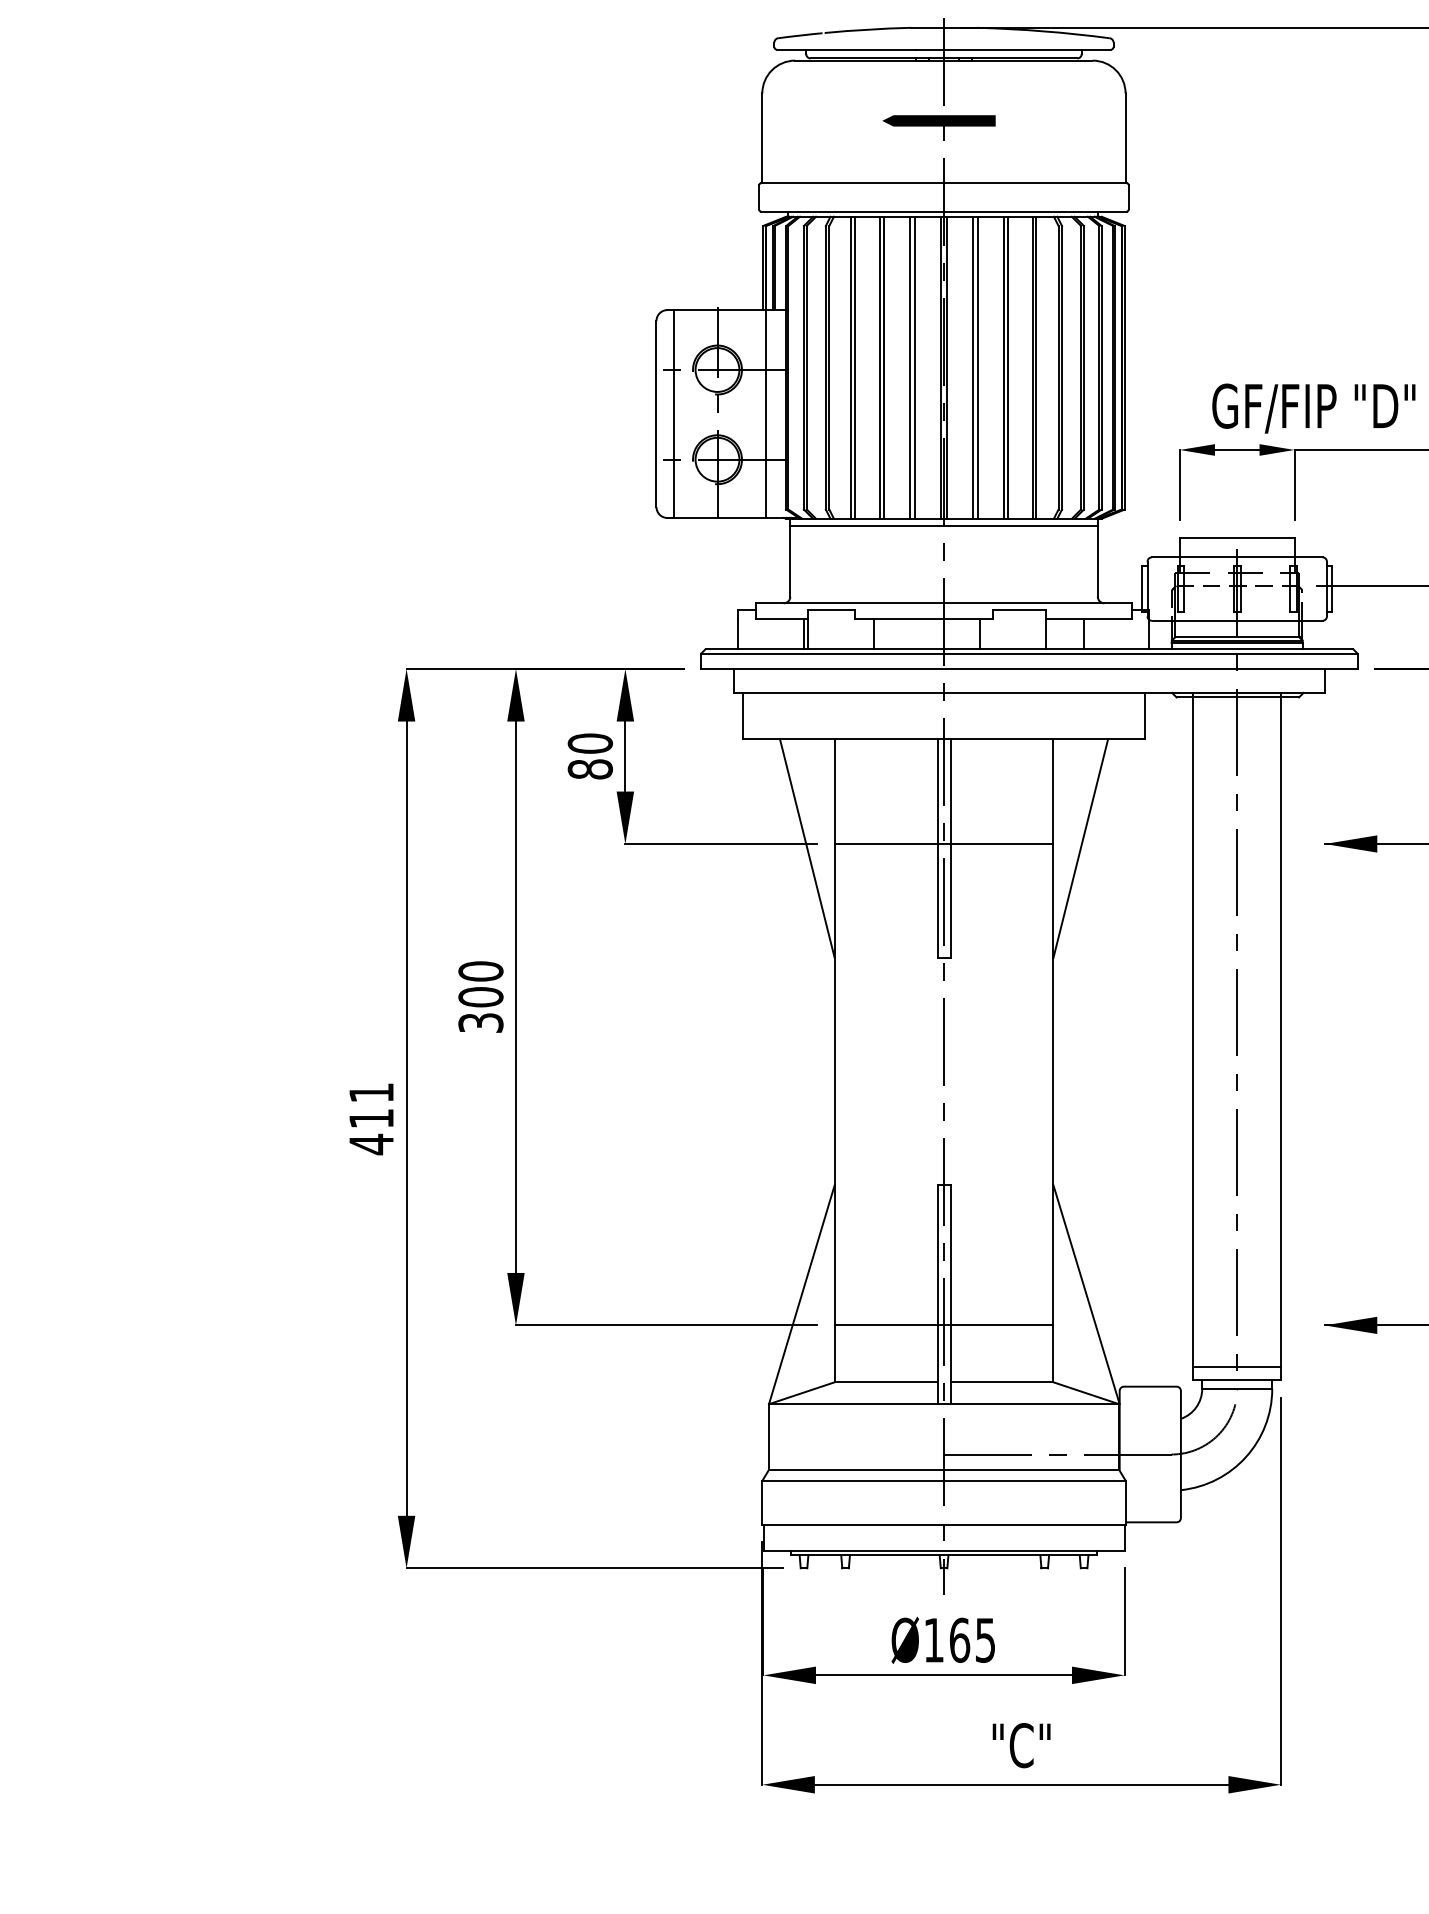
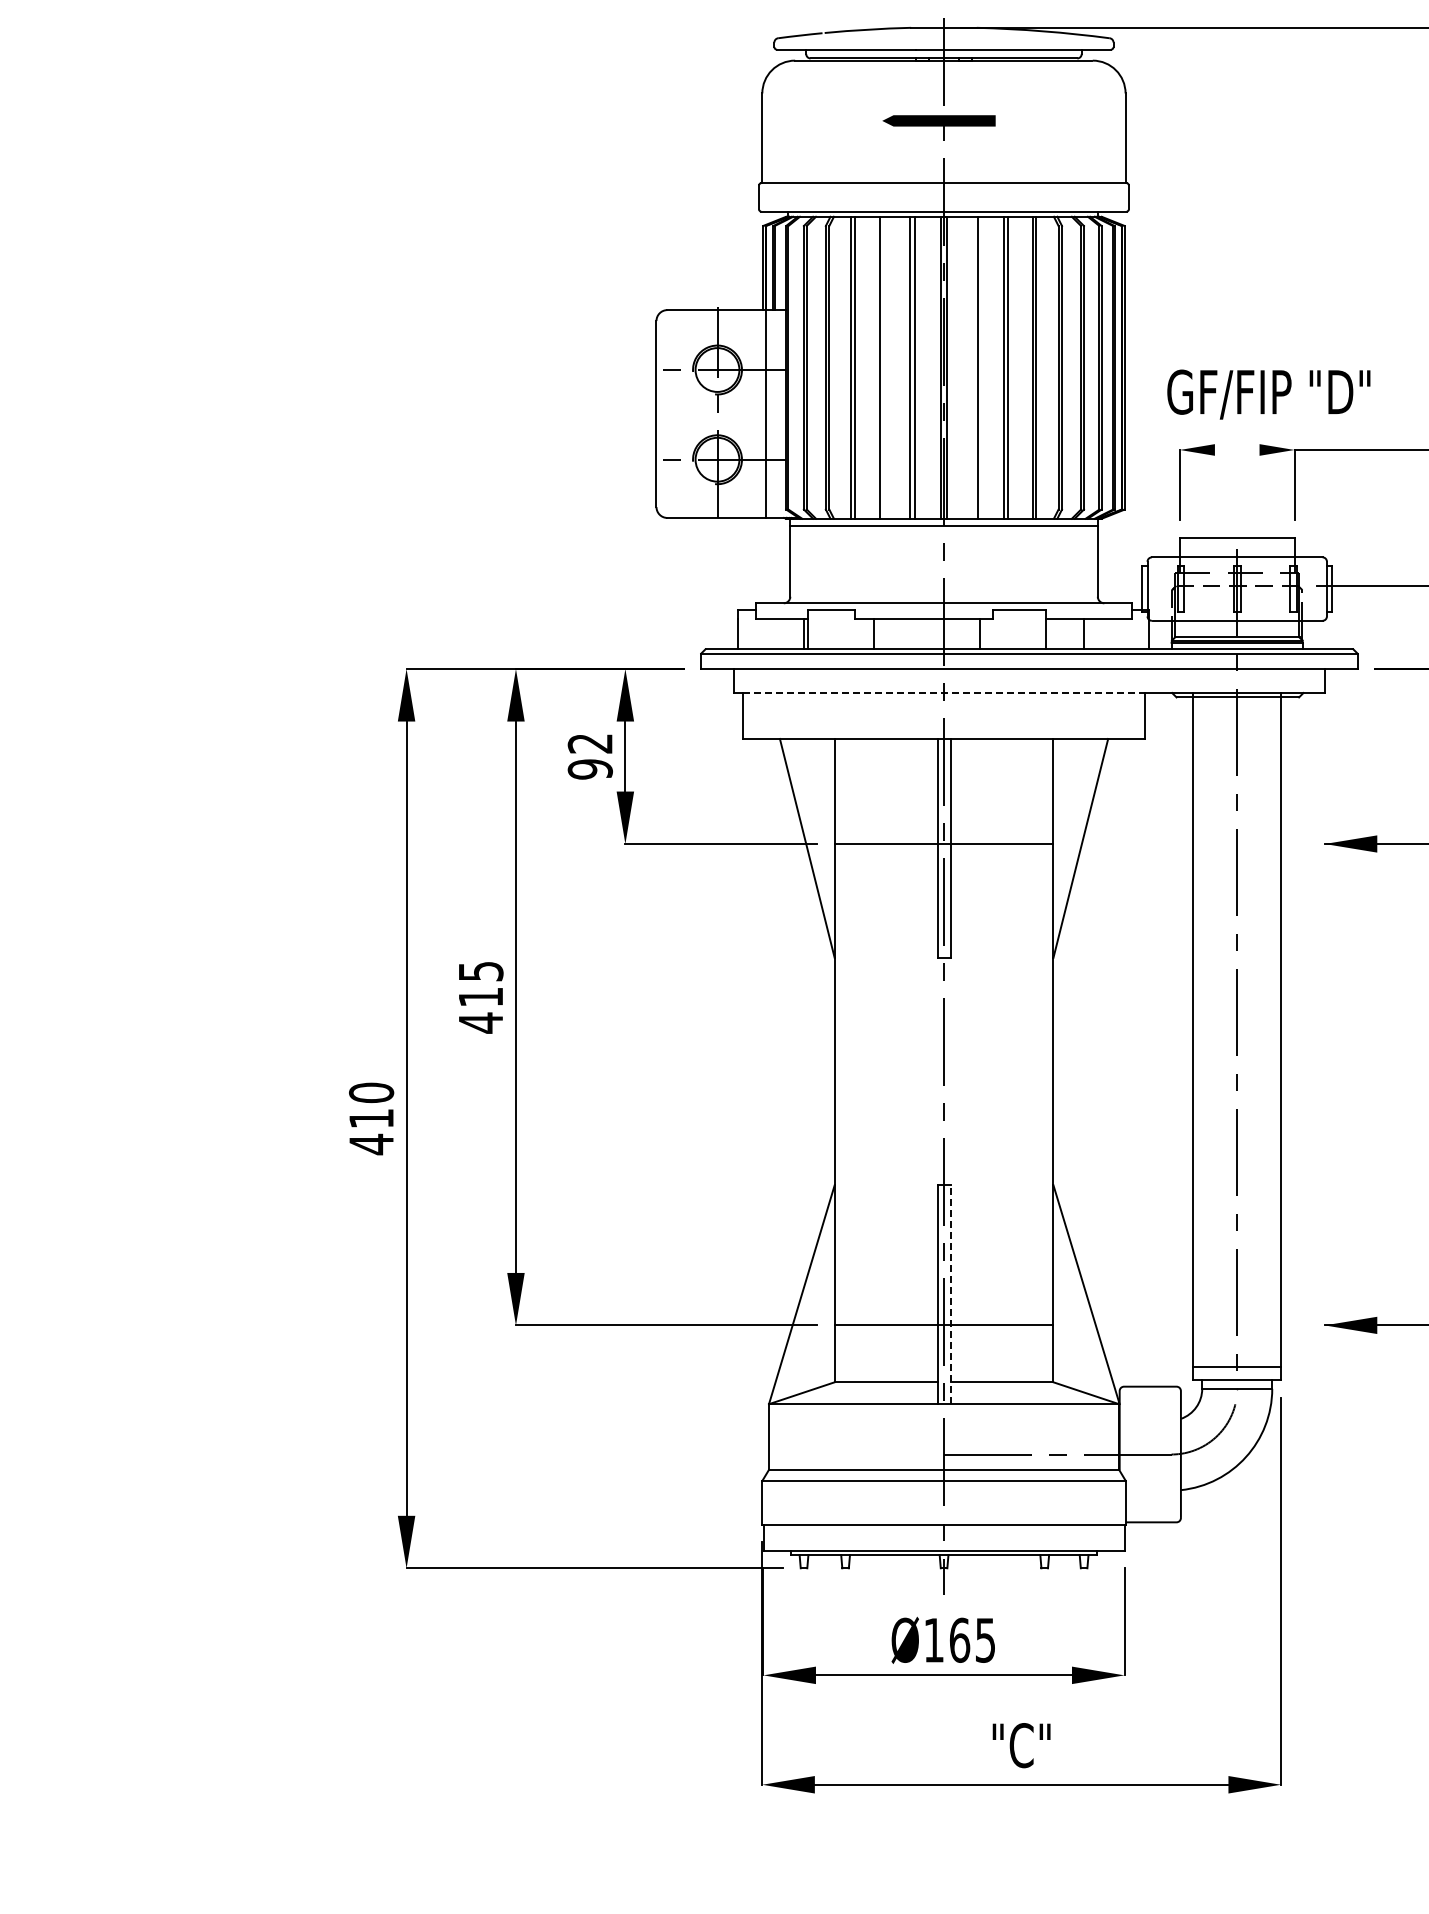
line at (884, 367): present -> none
line at (973, 367): present -> none
text at (1313, 408) position: (1313, 408) -> (1268, 394)
line at (673, 413): present -> none
line at (1236, 449): present -> none
line at (944, 693): solid -> dashed
text at (589, 756): 80 -> 92
text at (480, 997): 300 -> 415
text at (371, 1092): 411 -> 410
line at (950, 1294): solid -> dashed
